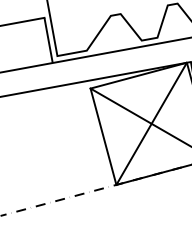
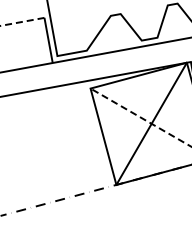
line at (21, 22): solid -> dashed
line at (140, 117): solid -> dashed
